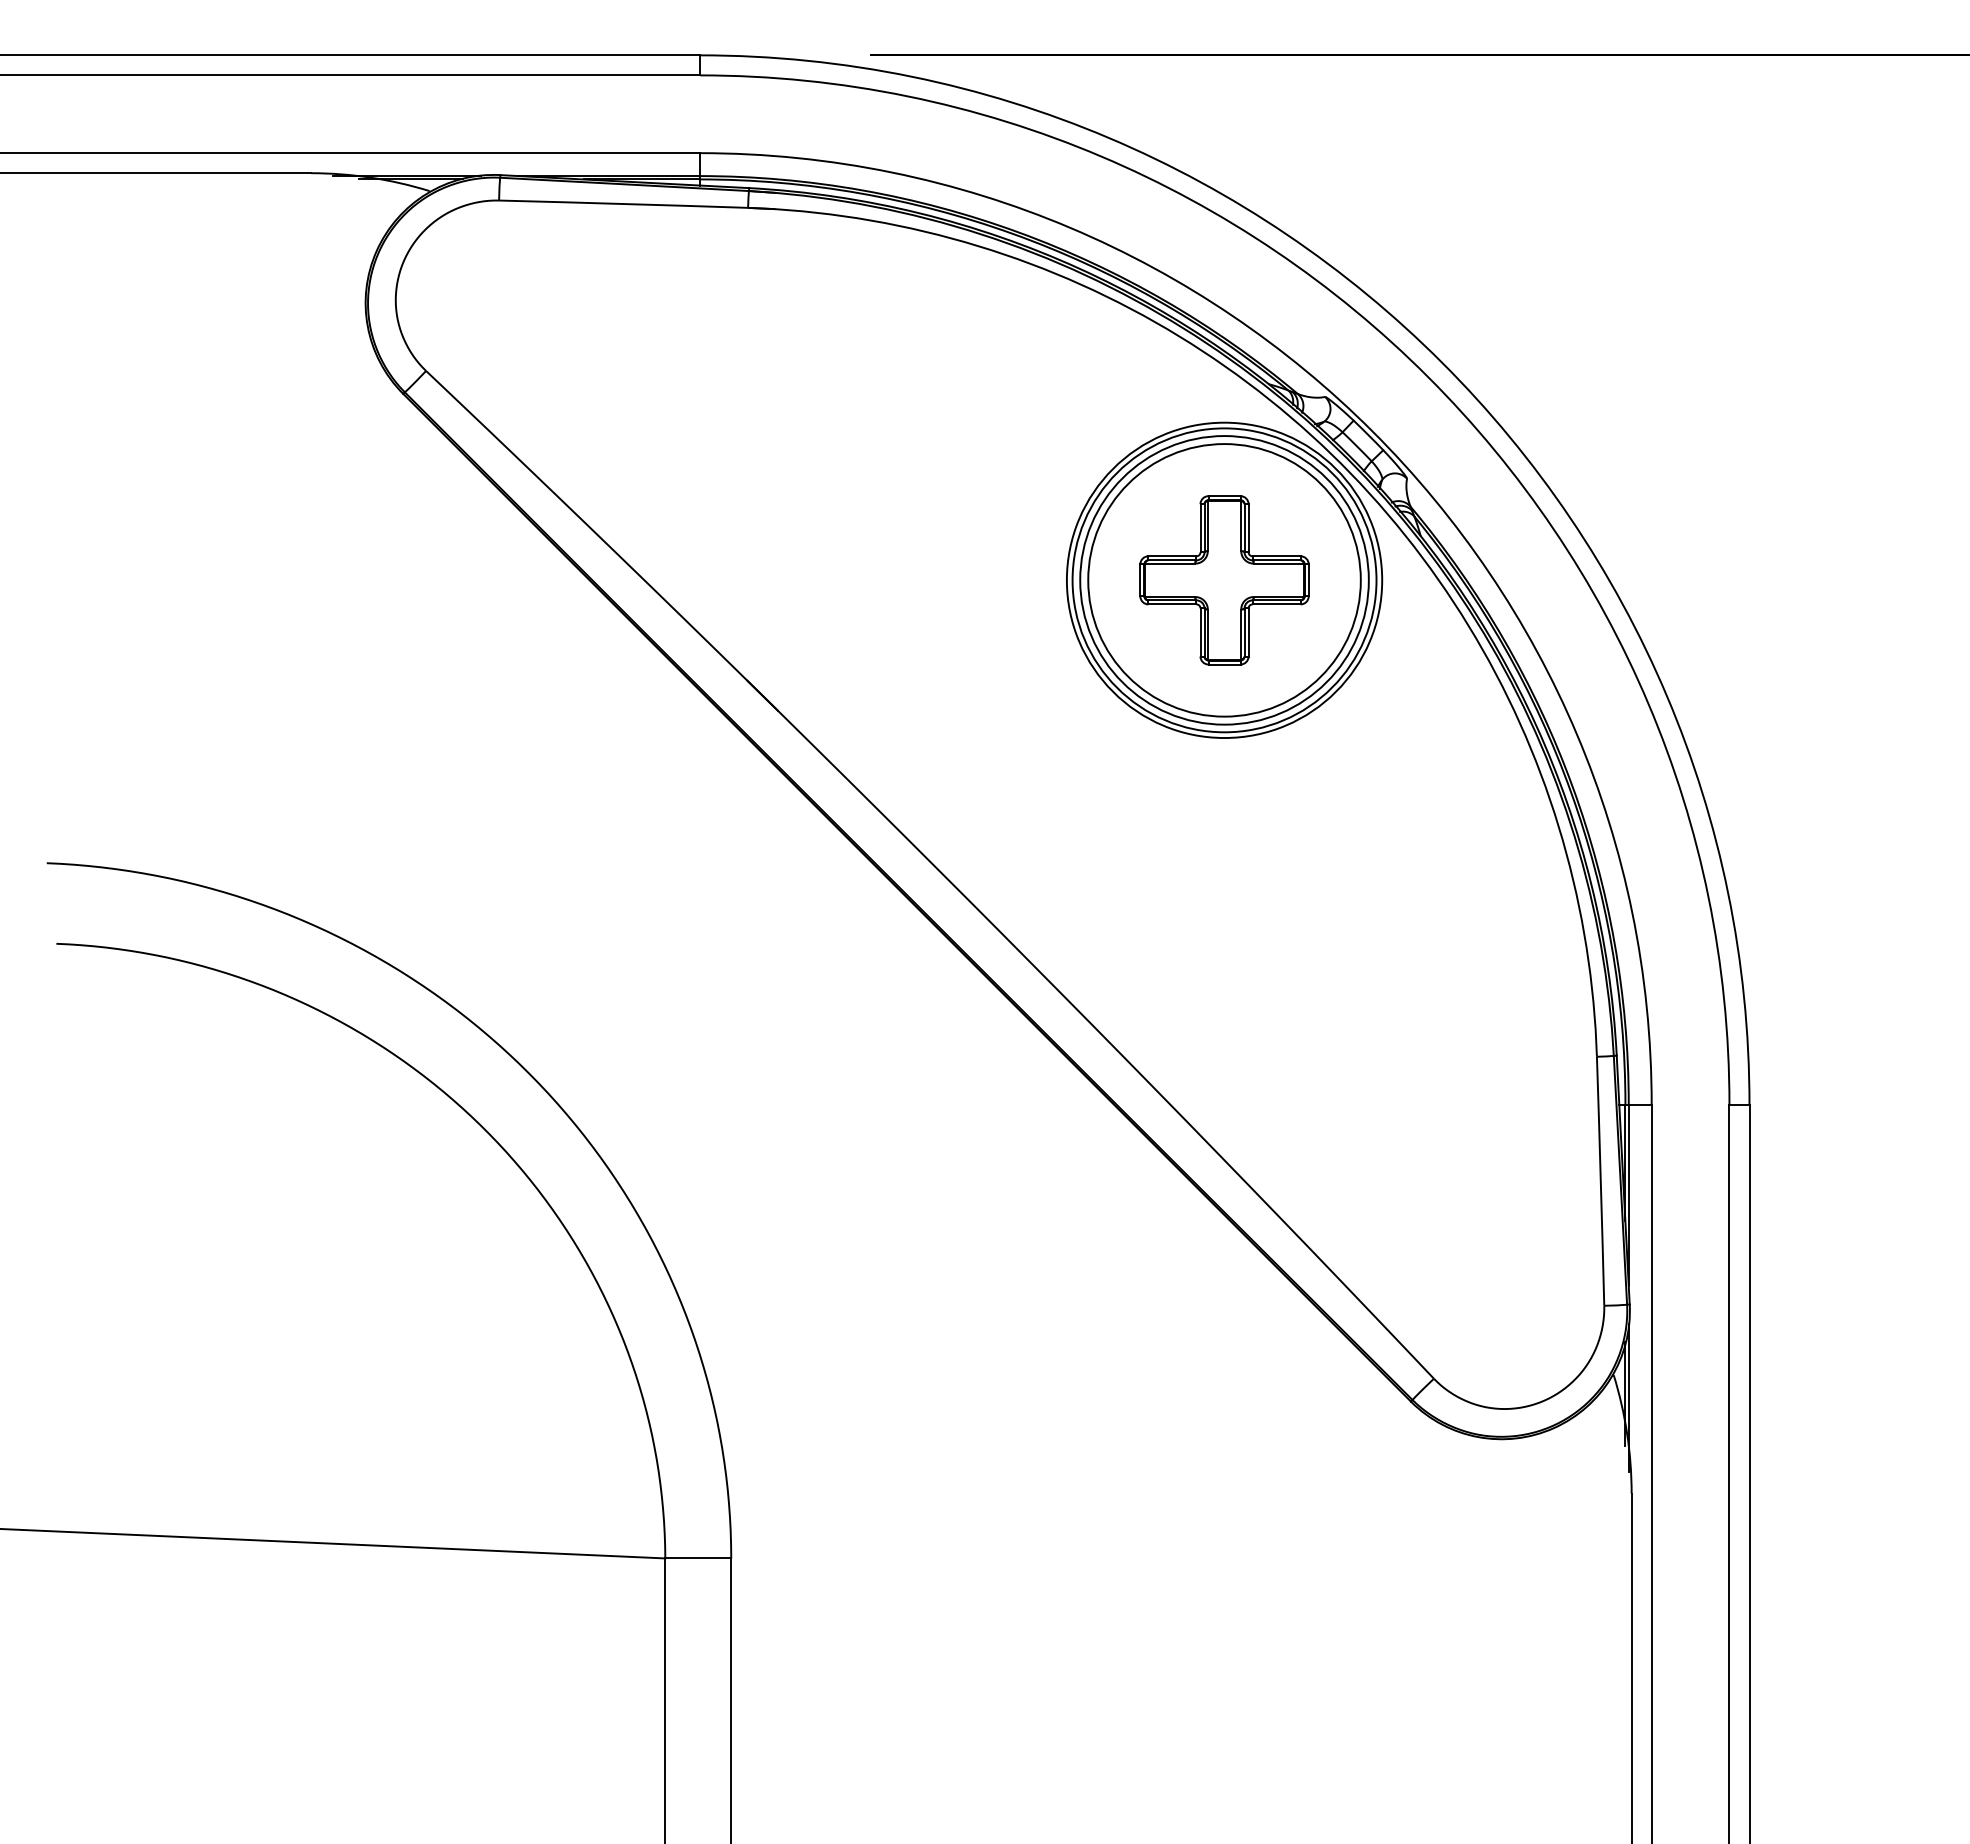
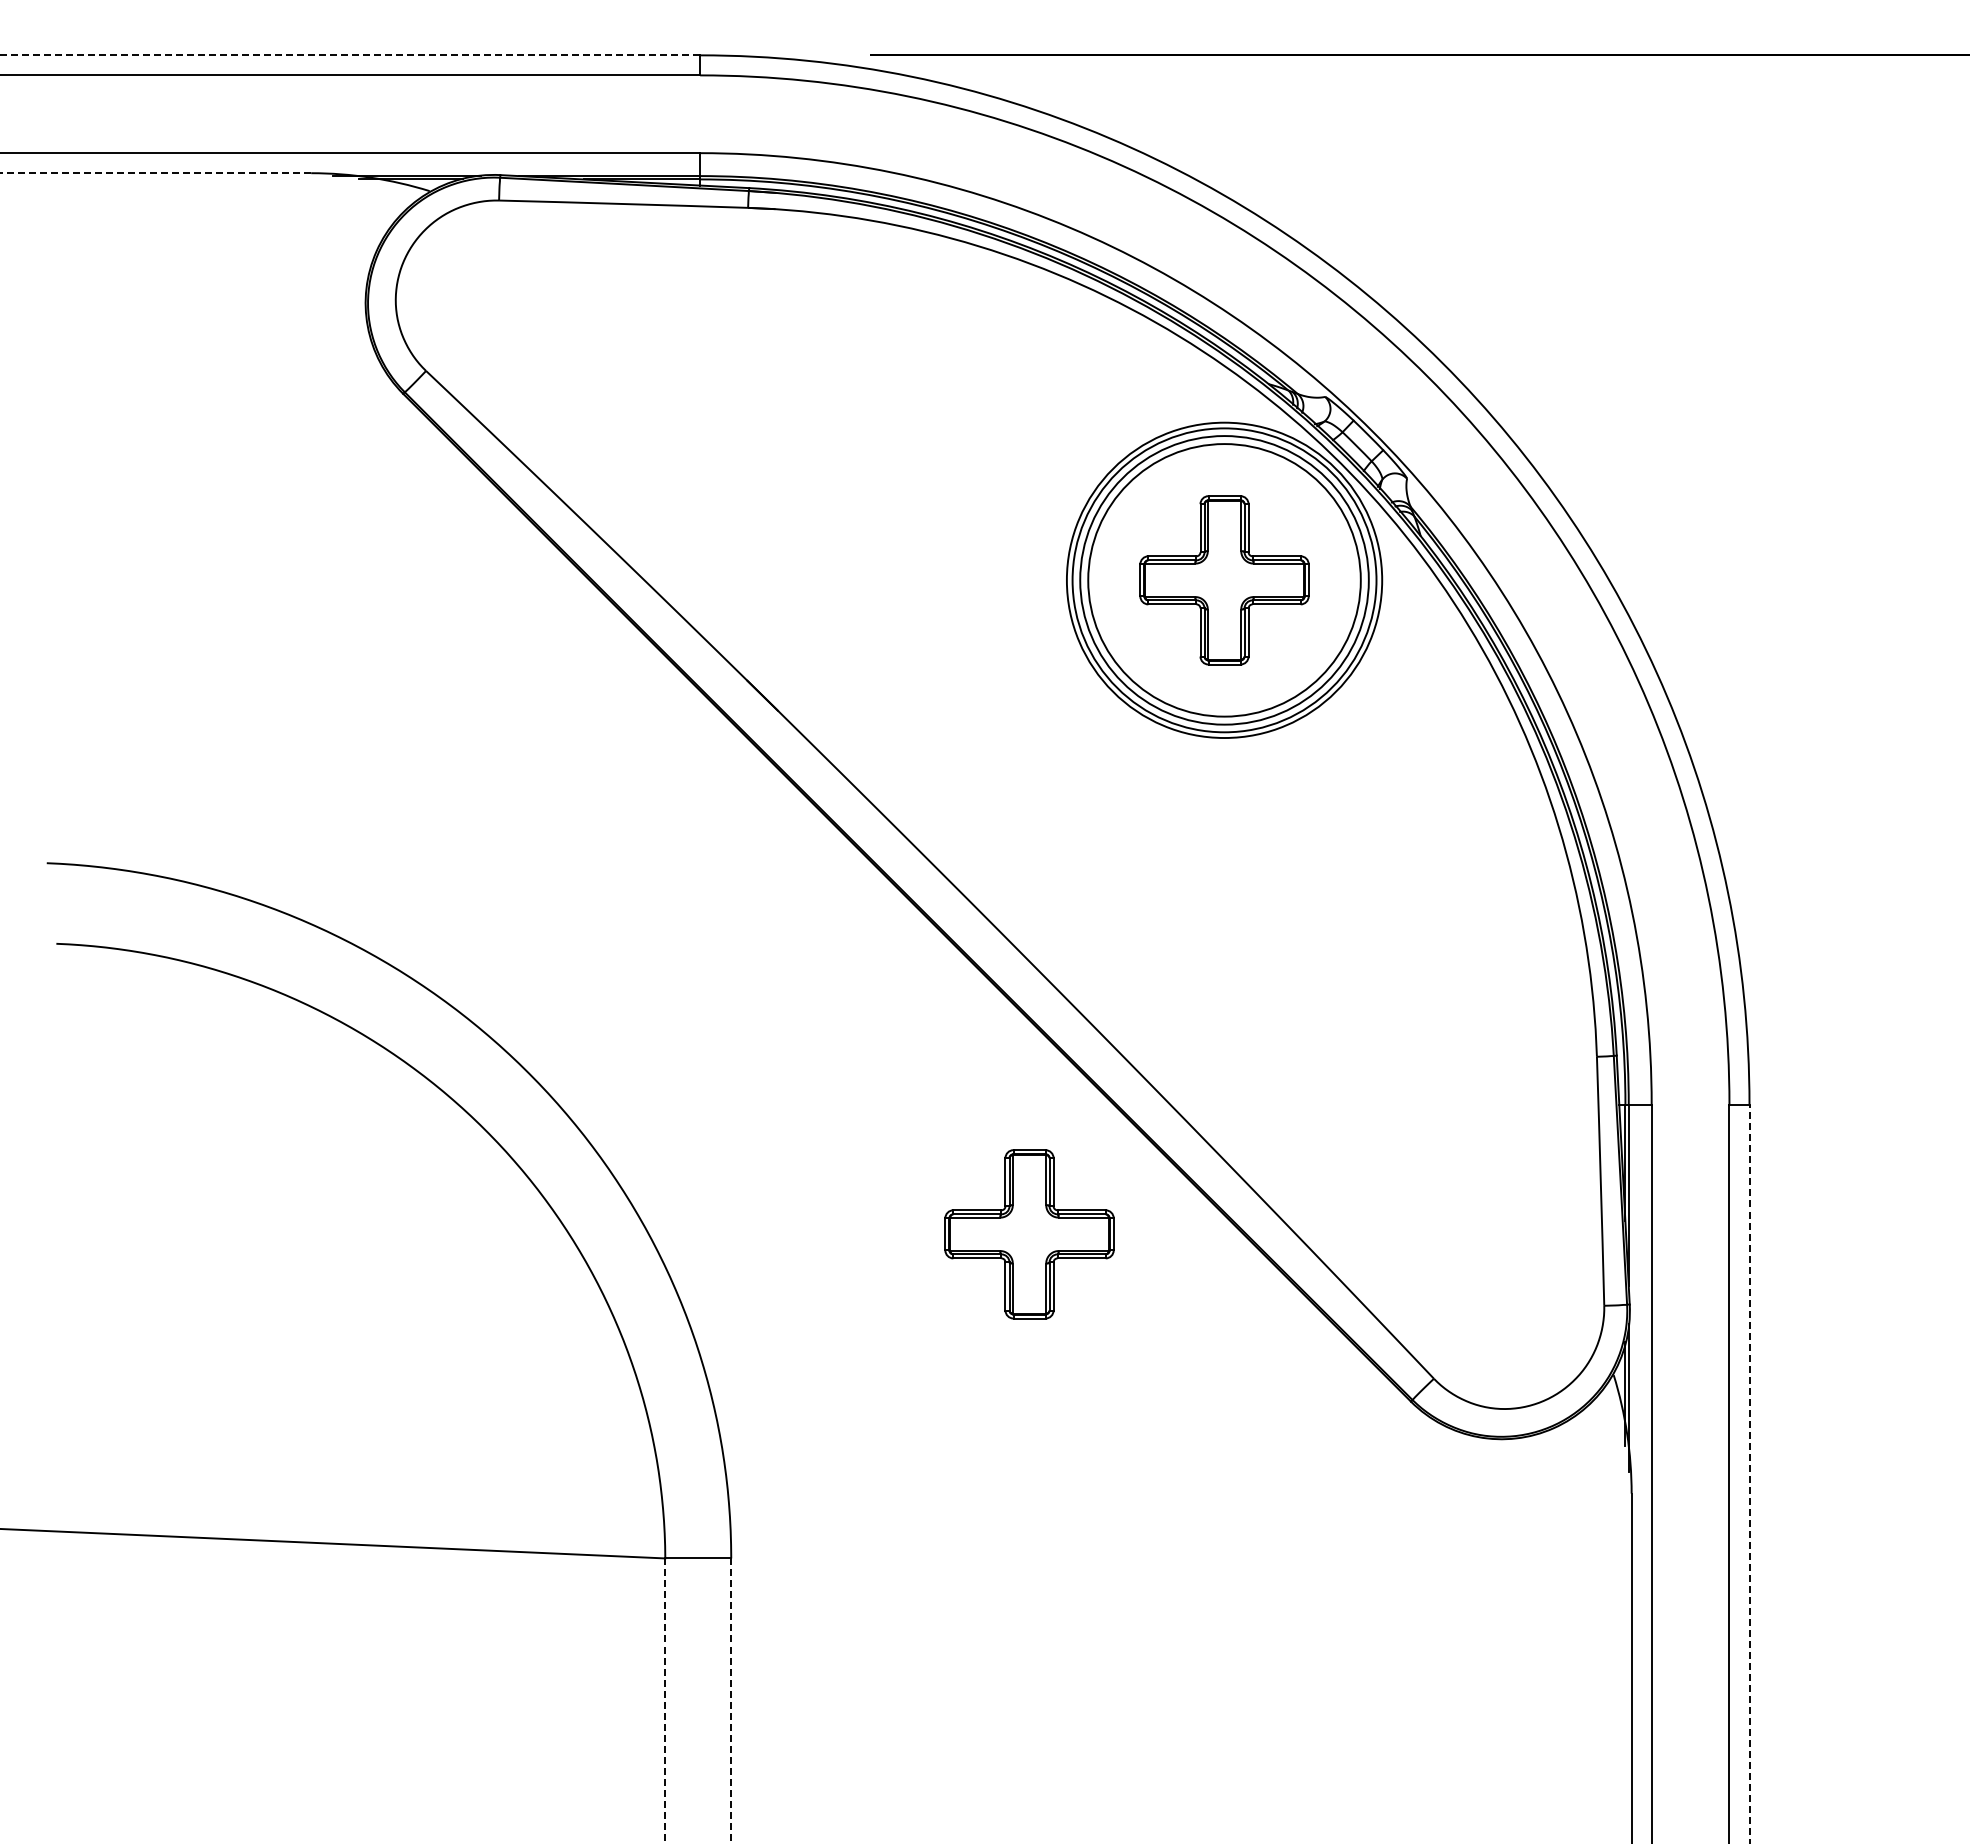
line at (349, 55): solid -> dashed
line at (155, 173): solid -> dashed
part at (1029, 1234): none -> present
line at (1749, 1473): solid -> dashed
line at (665, 1701): solid -> dashed
line at (731, 1701): solid -> dashed
